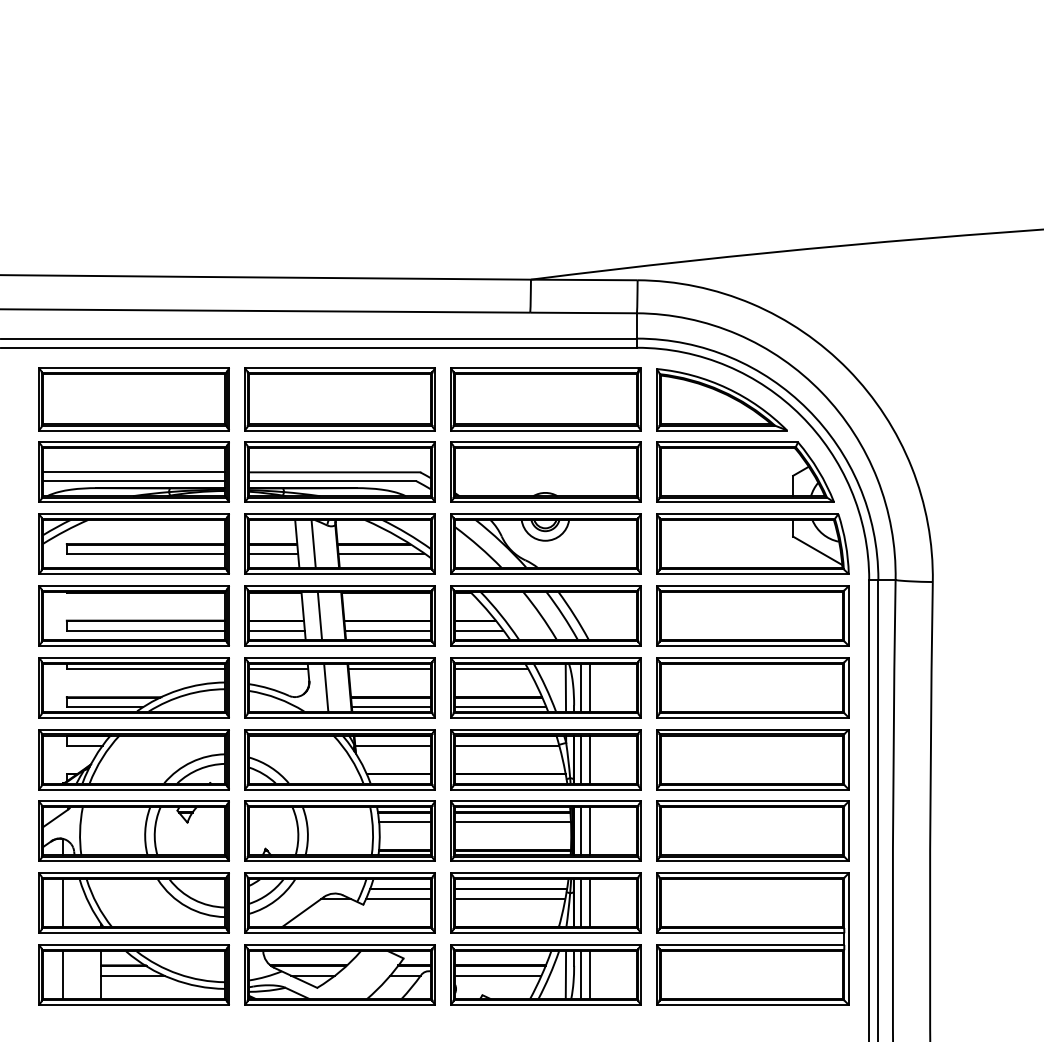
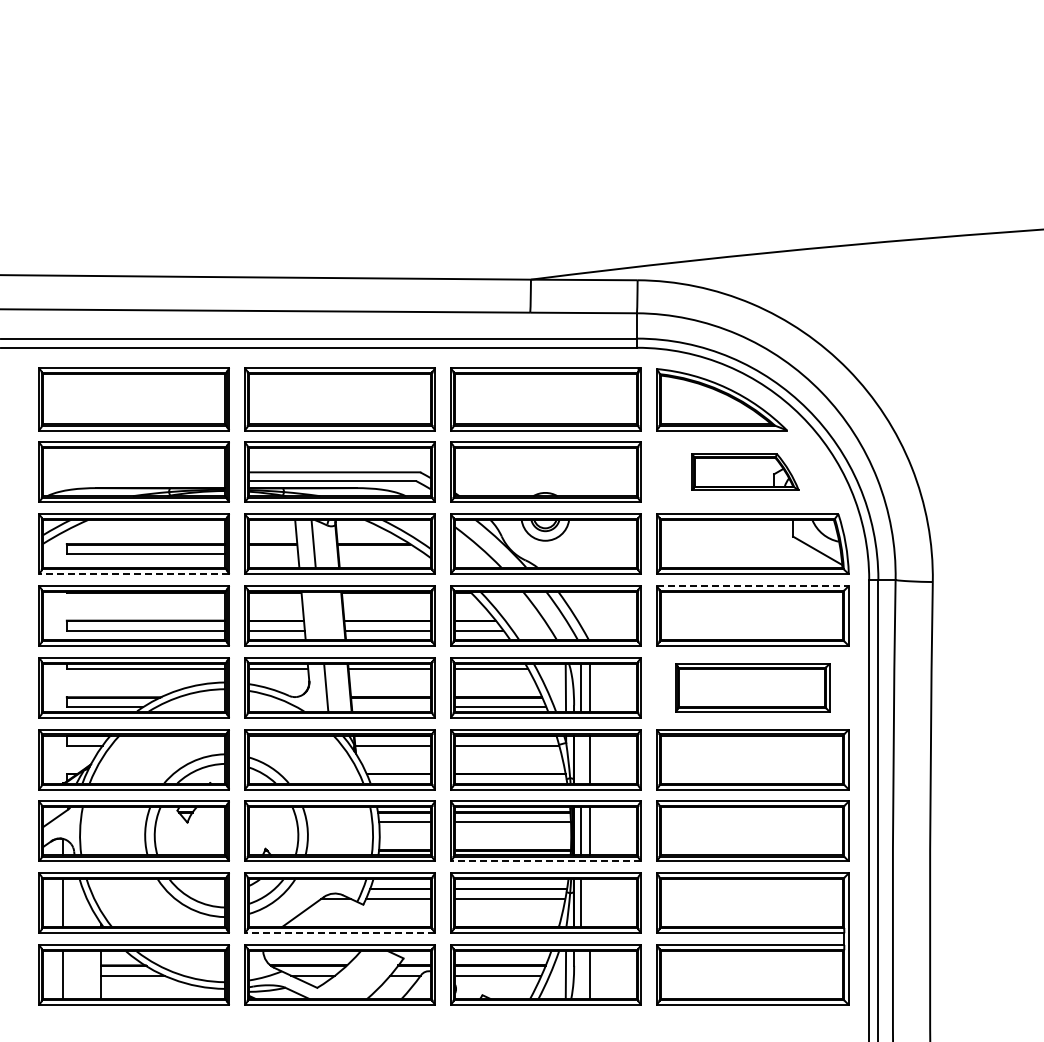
part at (745, 471) size: 179x62 px -> 109x38 px
line at (134, 472): present -> none
line at (134, 481): present -> none
line at (273, 554): present -> none
line at (381, 554): present -> none
line at (133, 574): solid -> dashed
line at (753, 585): solid -> dashed
line at (319, 615): present -> none
part at (752, 687) size: 194x62 px -> 156x50 px
line at (391, 707): present -> none
line at (580, 759): present -> none
line at (545, 861): solid -> dashed
line at (590, 903): present -> none
line at (339, 933): solid -> dashed
line at (580, 974): present -> none
